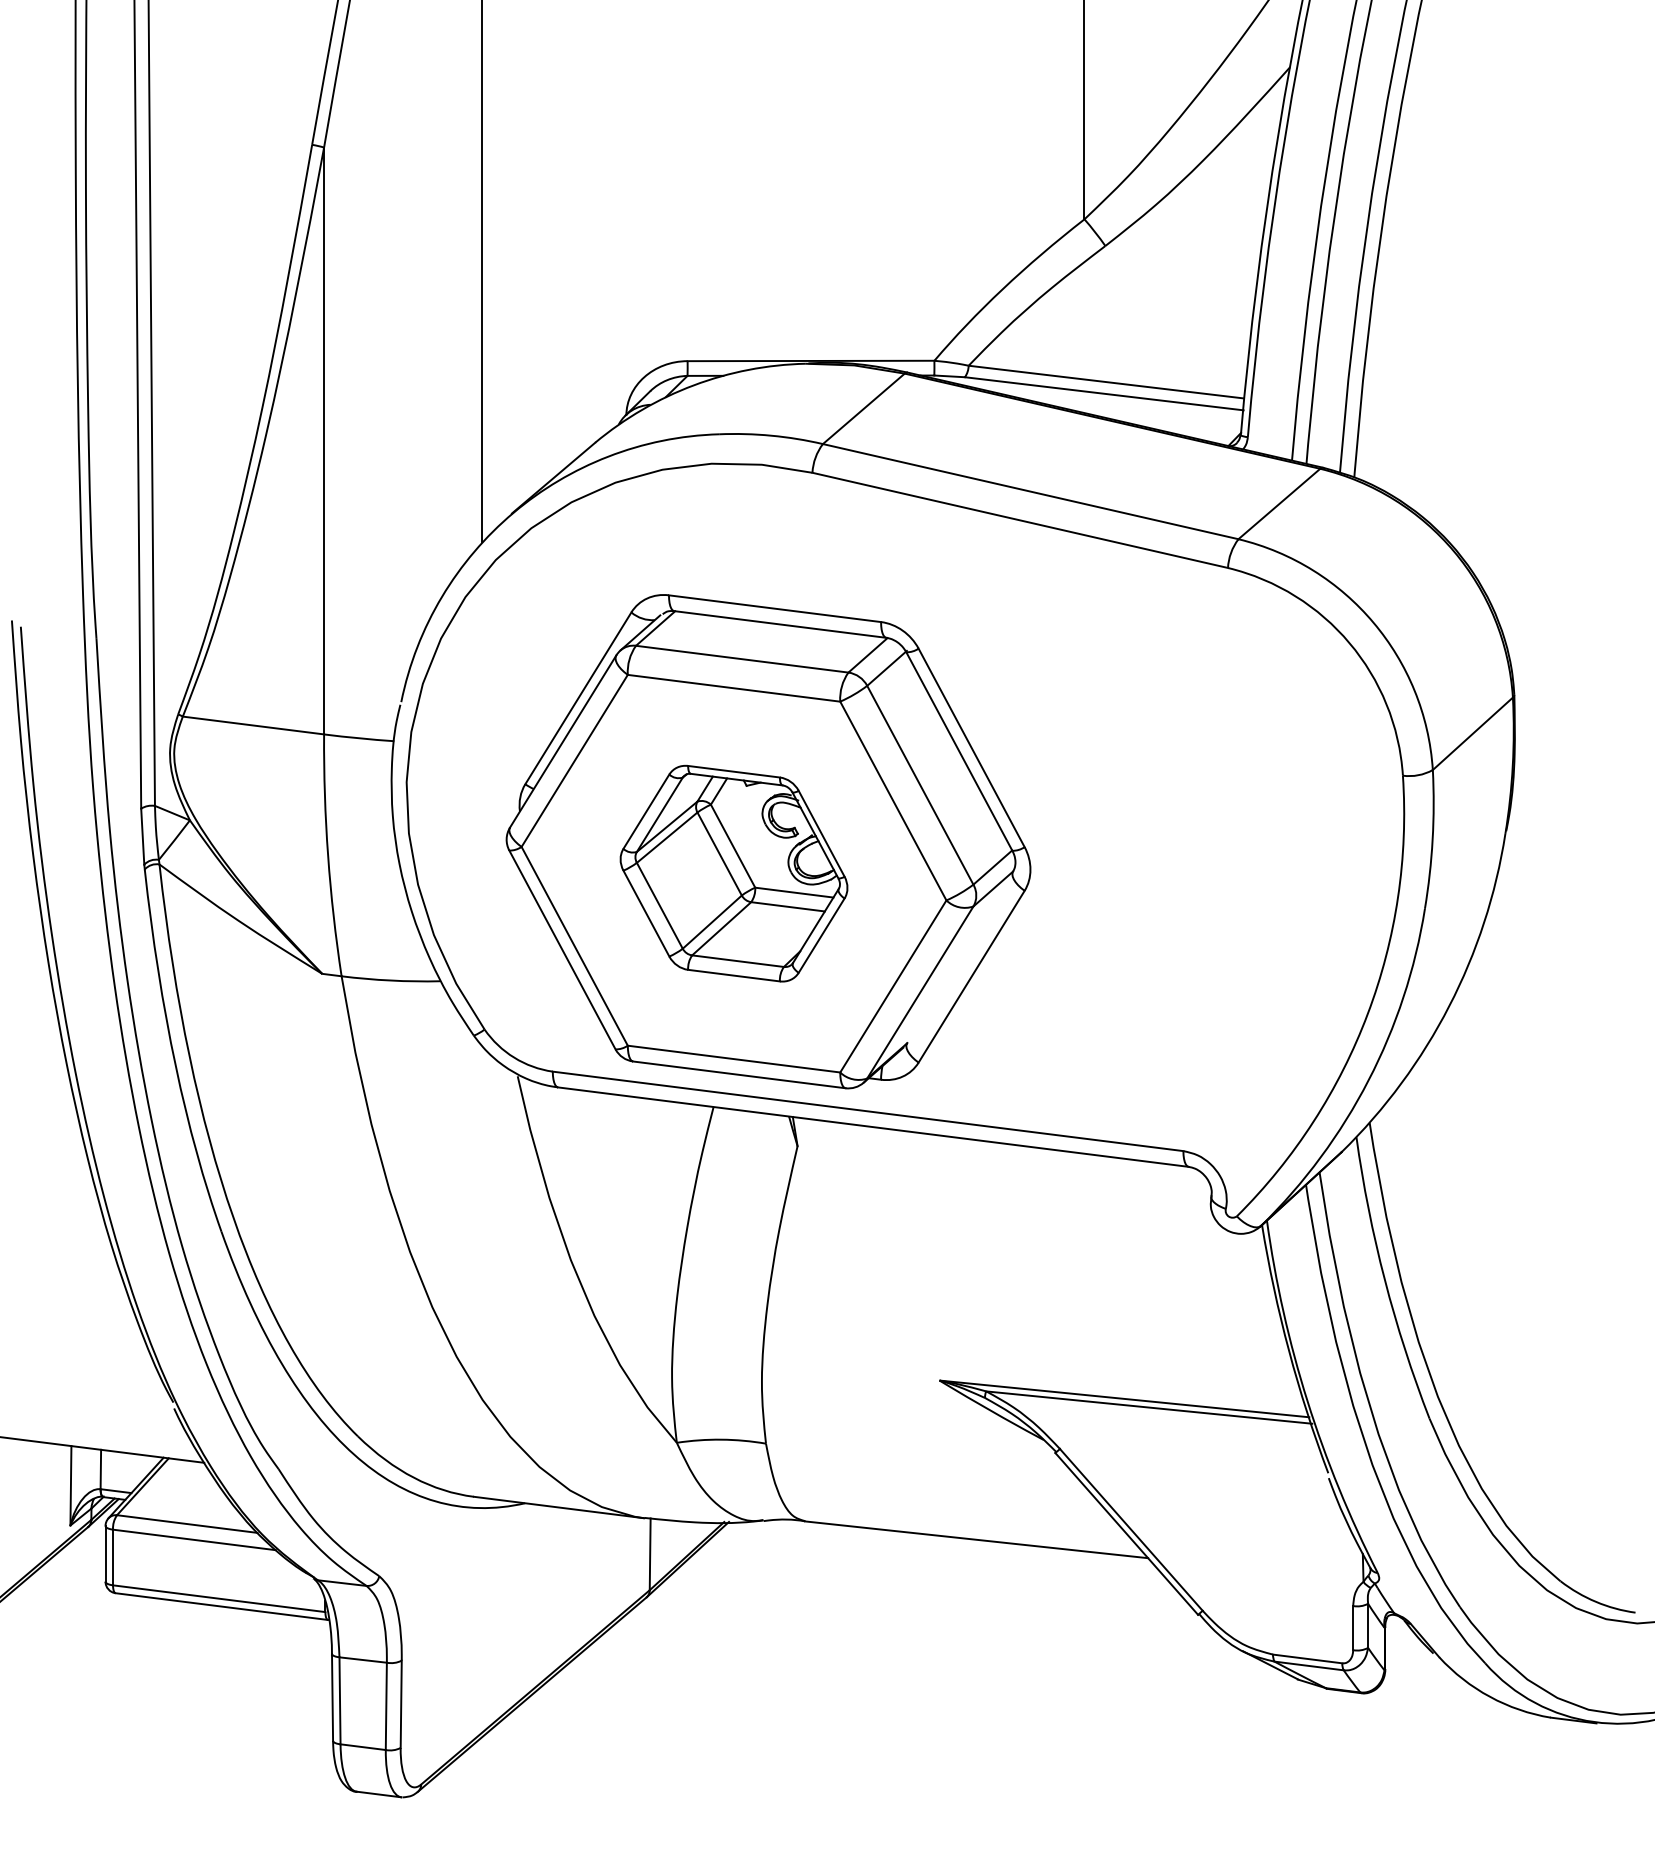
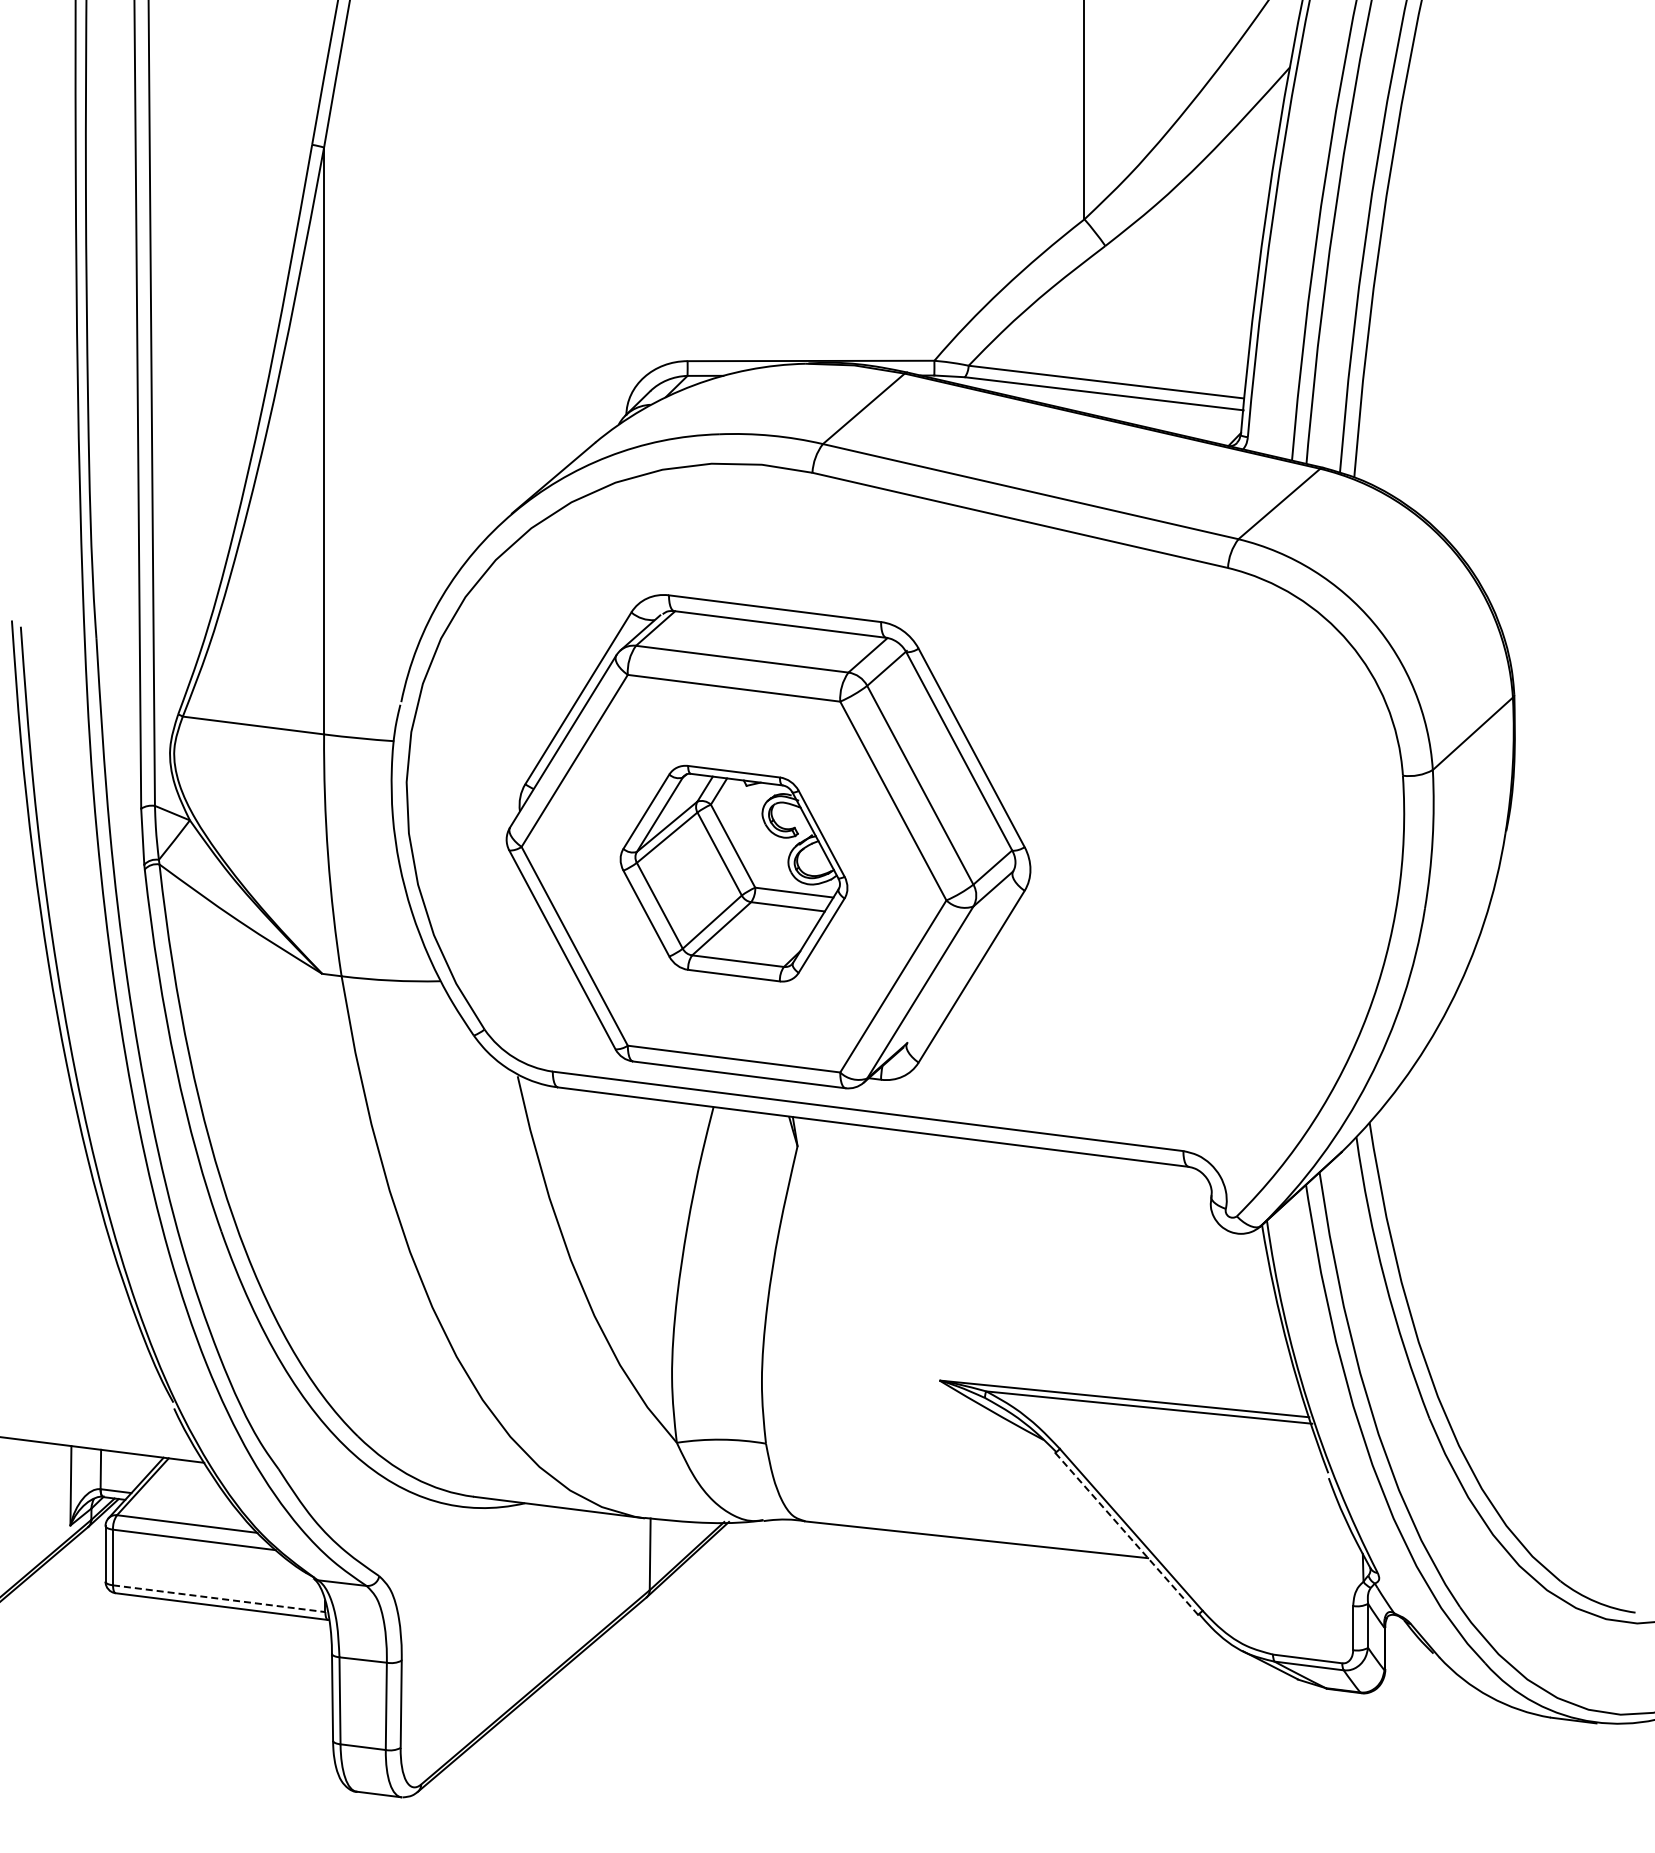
line at (482, 272): present -> none
line at (1126, 1533): solid -> dashed
line at (219, 1598): solid -> dashed
